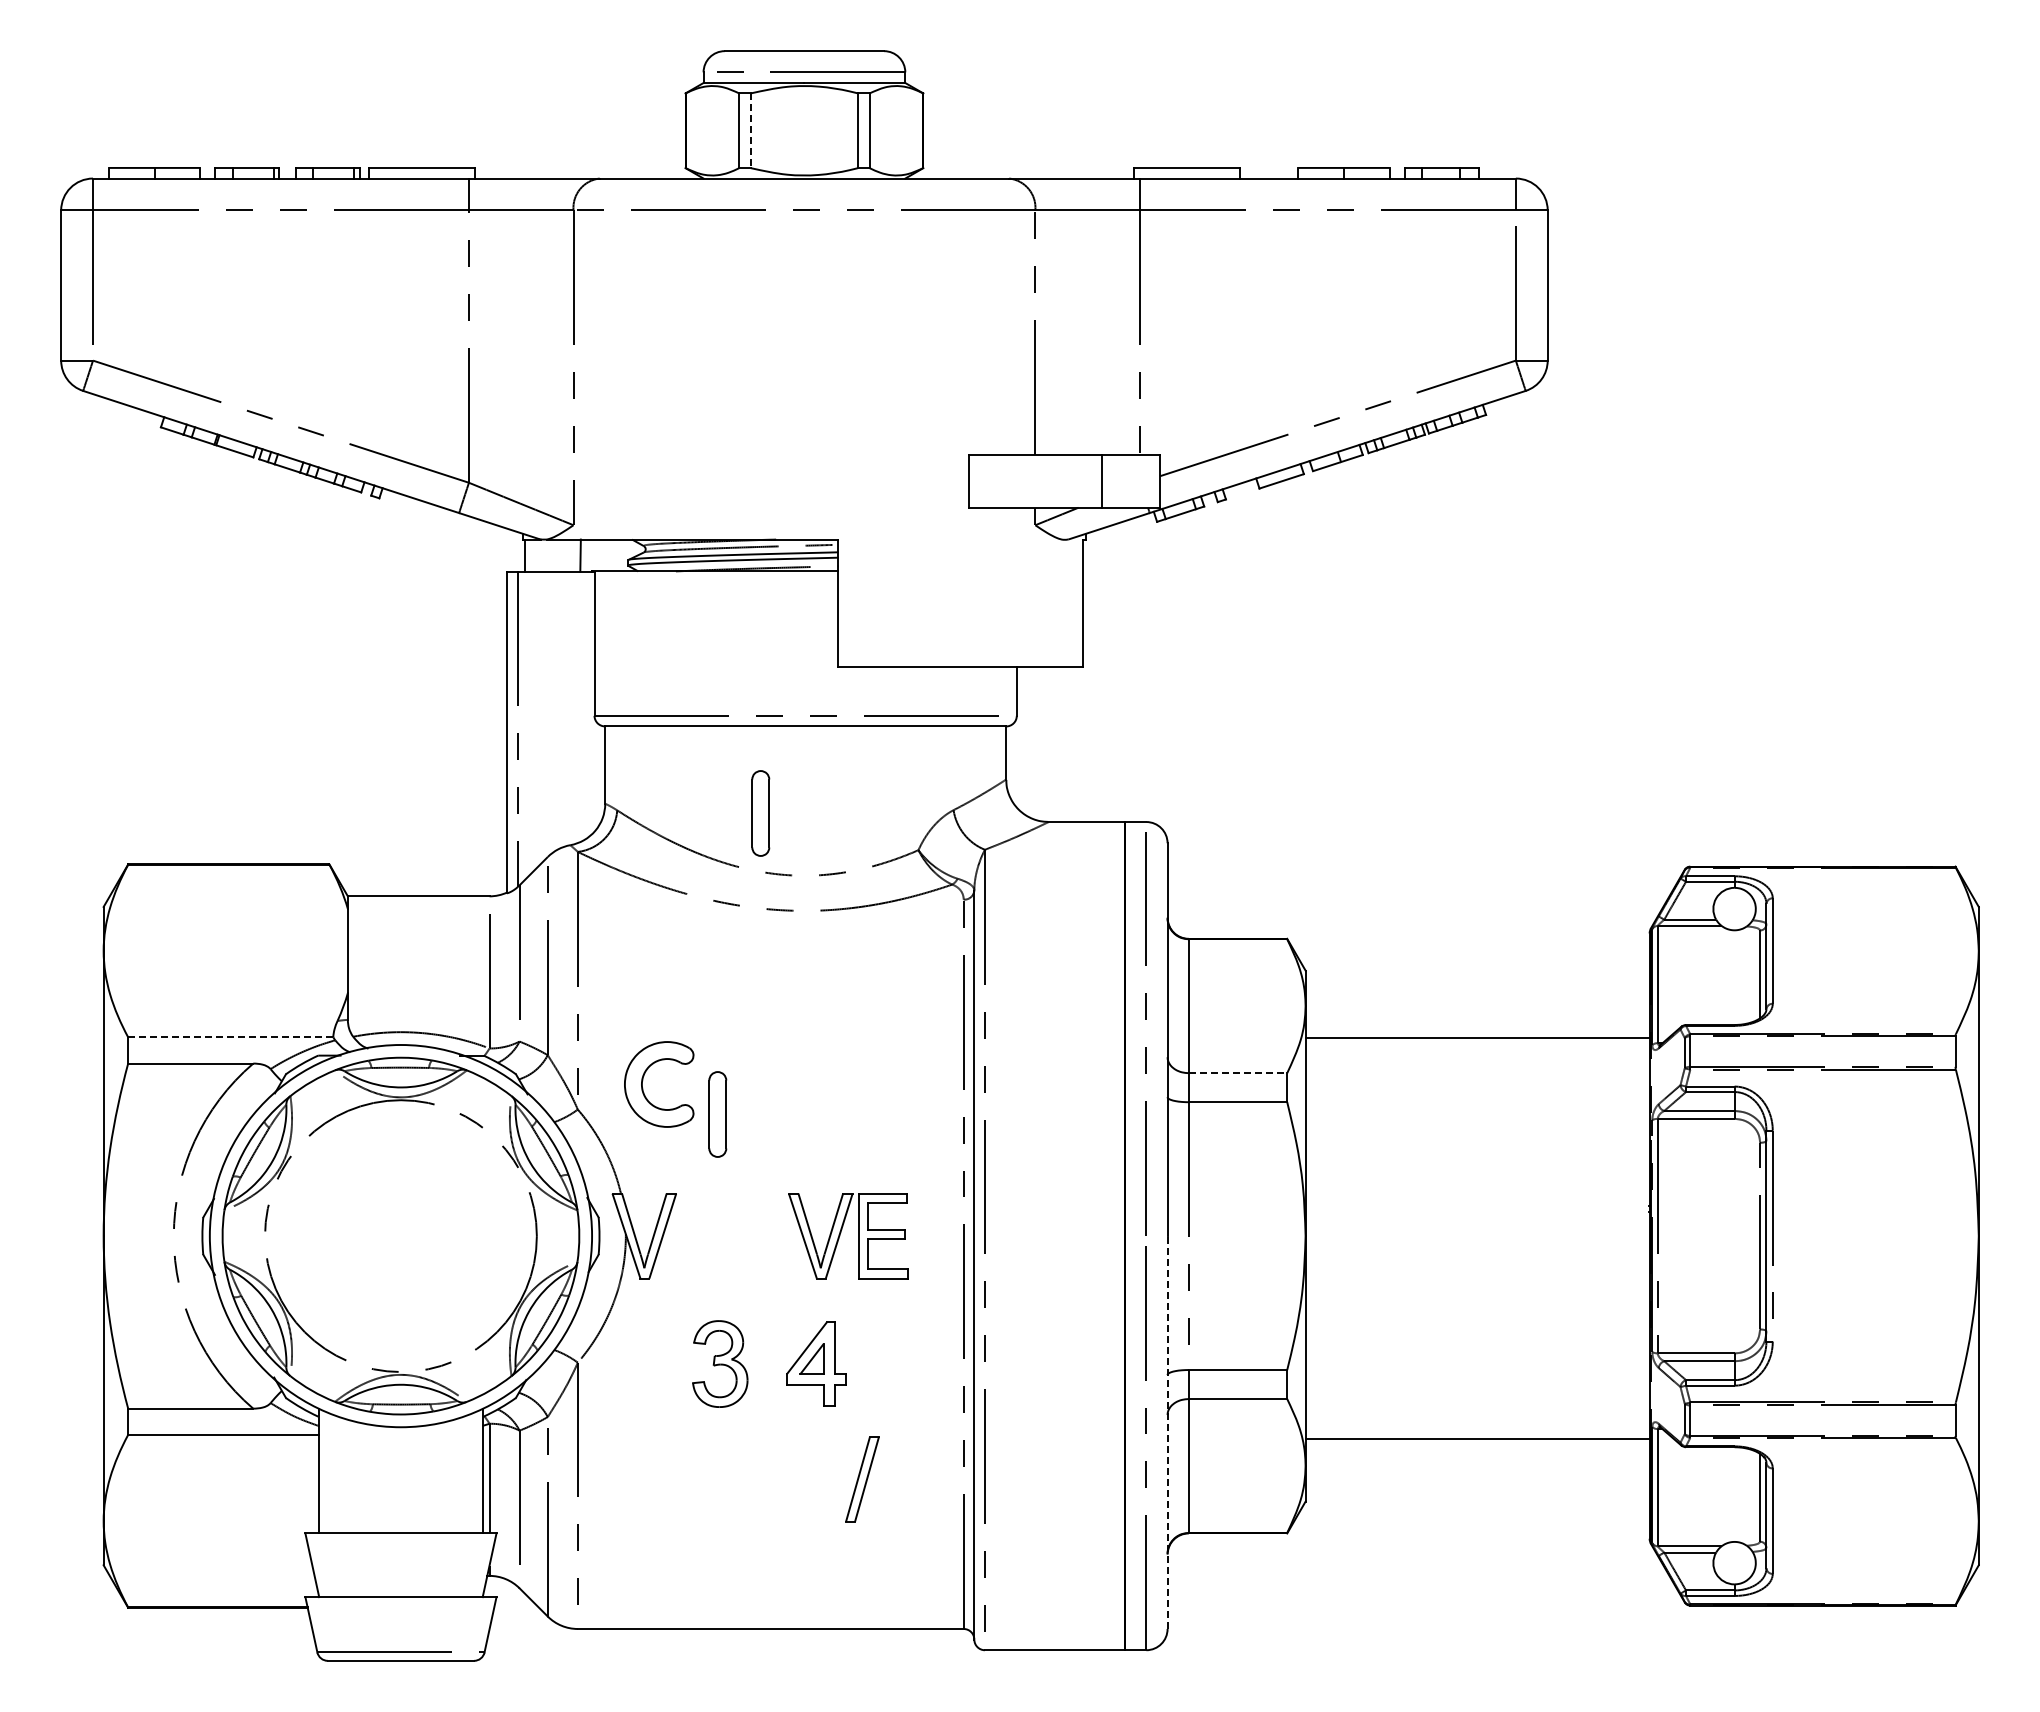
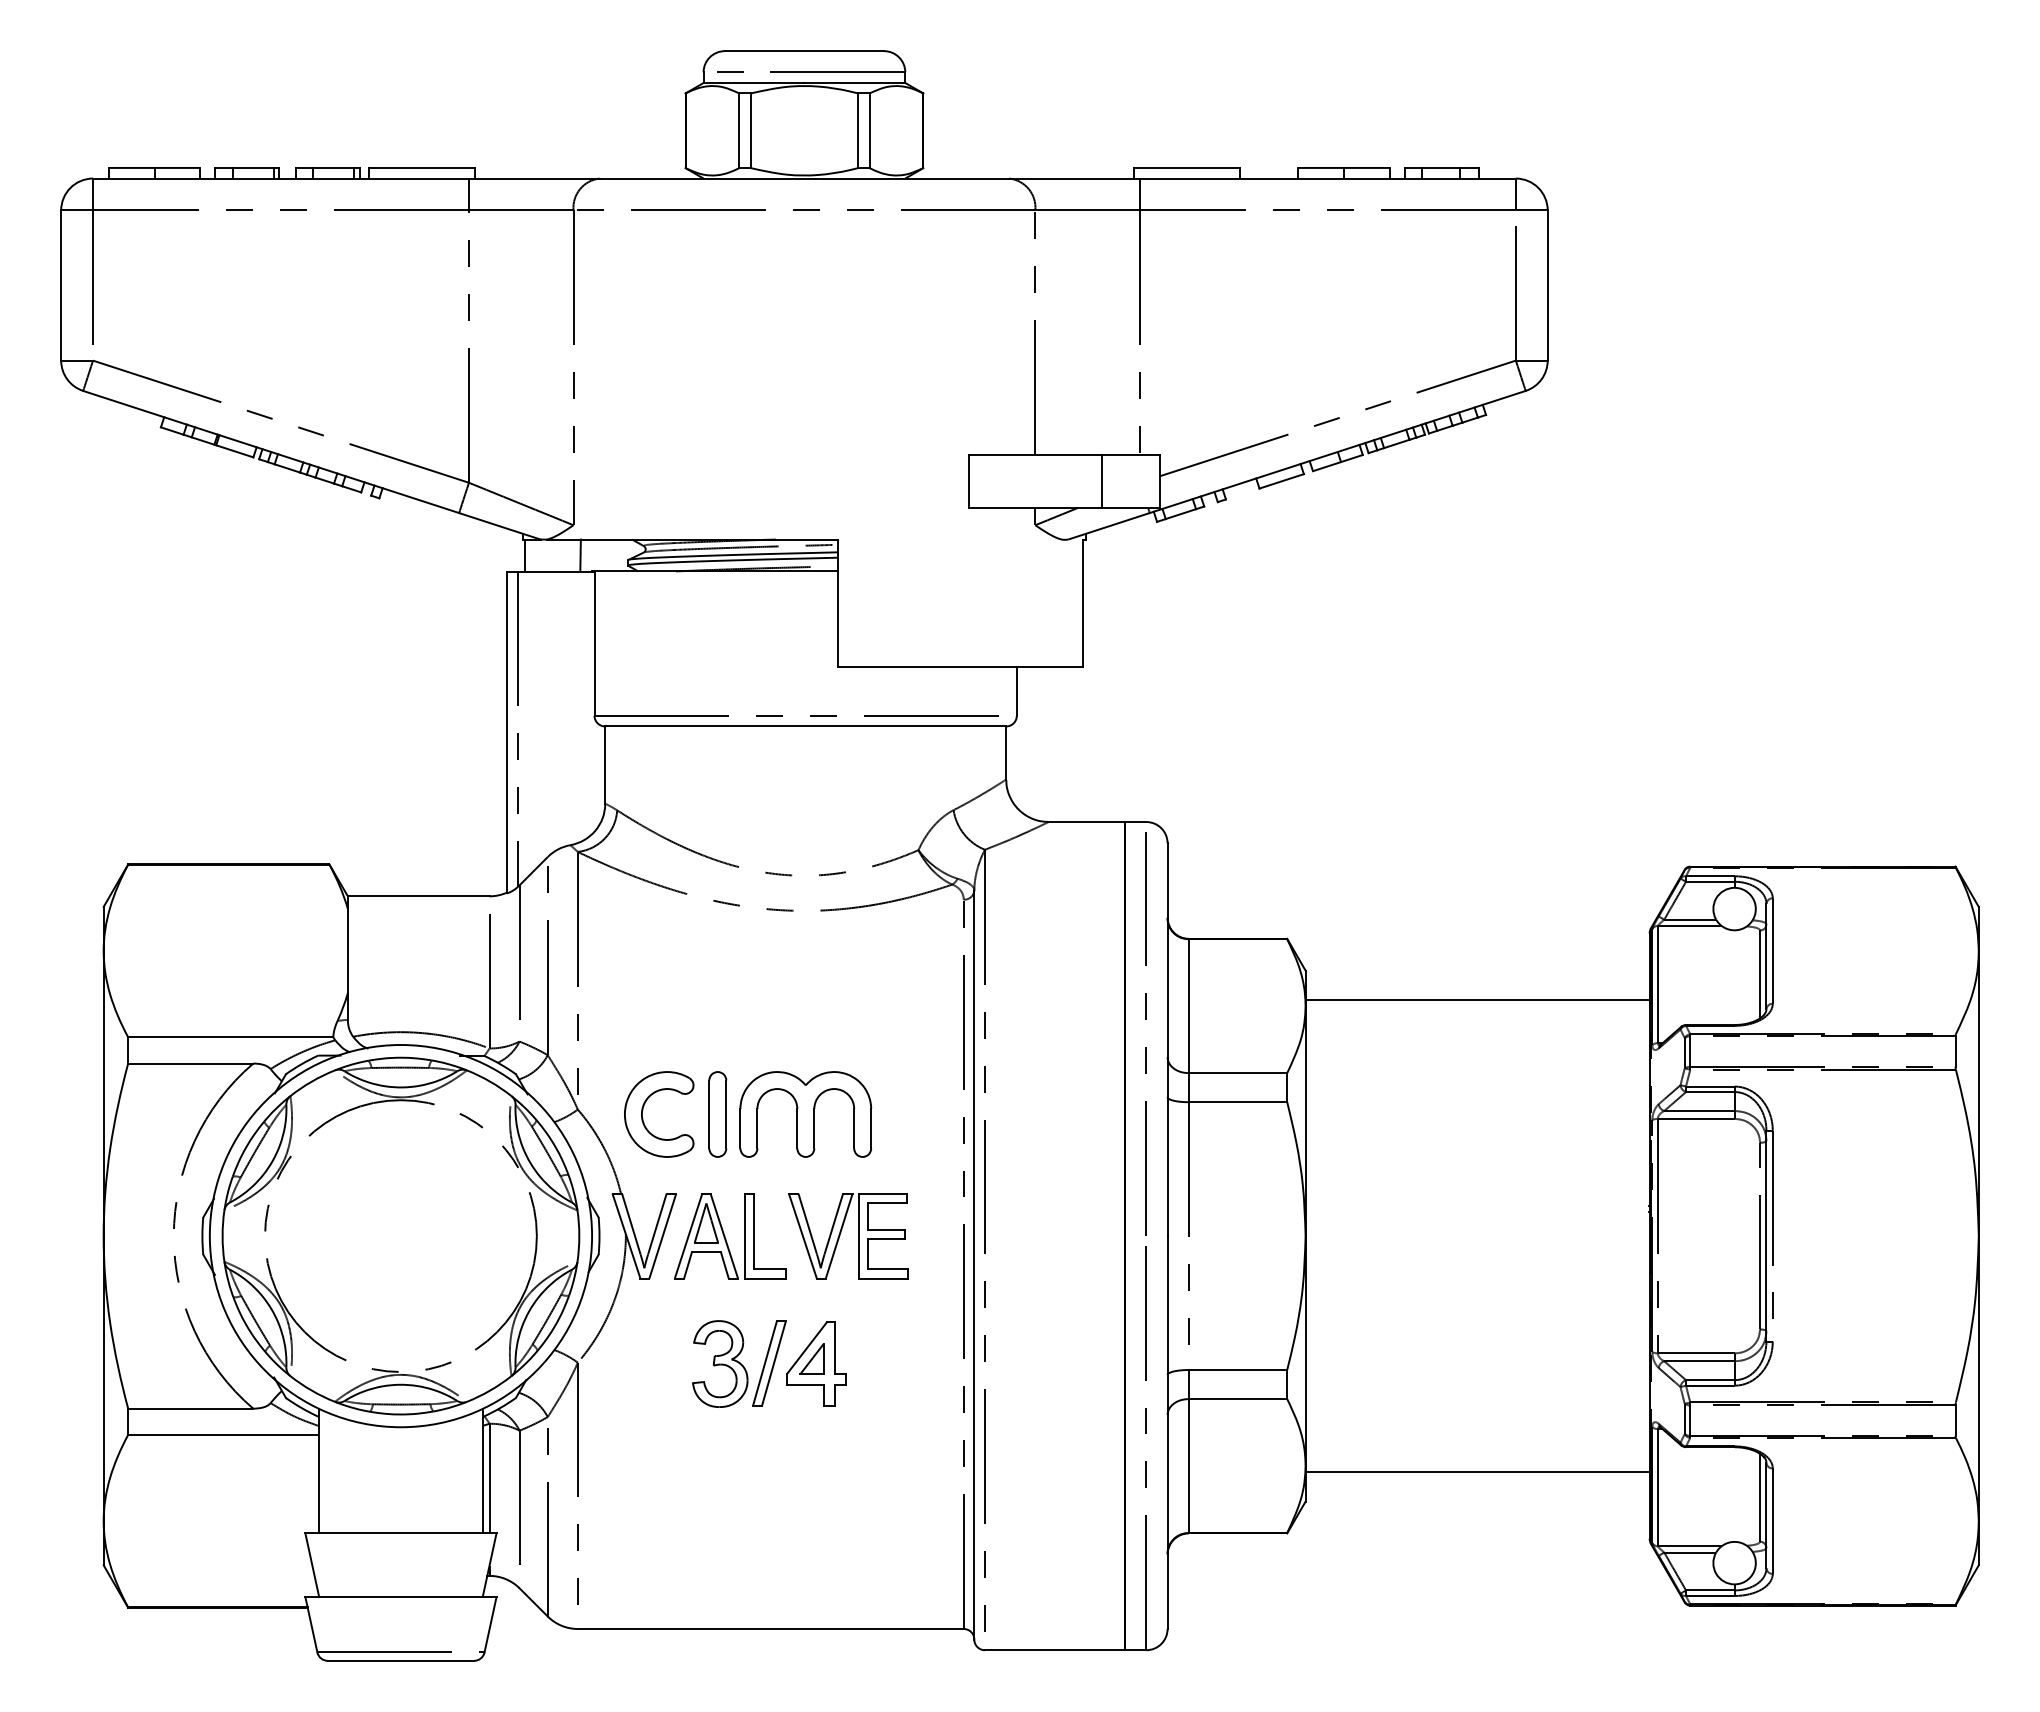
line at (750, 131): dashed -> solid
part at (760, 813): present -> none
line at (230, 1037): dashed -> solid
line at (1477, 1038) position: (1477, 1038) -> (1477, 1000)
line at (1238, 1073): dashed -> solid
part at (643, 1080) position: (643, 1080) -> (643, 1110)
part at (805, 1114): none -> present
part at (730, 1236): none -> present
line at (1167, 1432): dashed -> solid
line at (1477, 1438) position: (1477, 1438) -> (1477, 1471)
part at (862, 1479) position: (862, 1479) -> (769, 1363)
